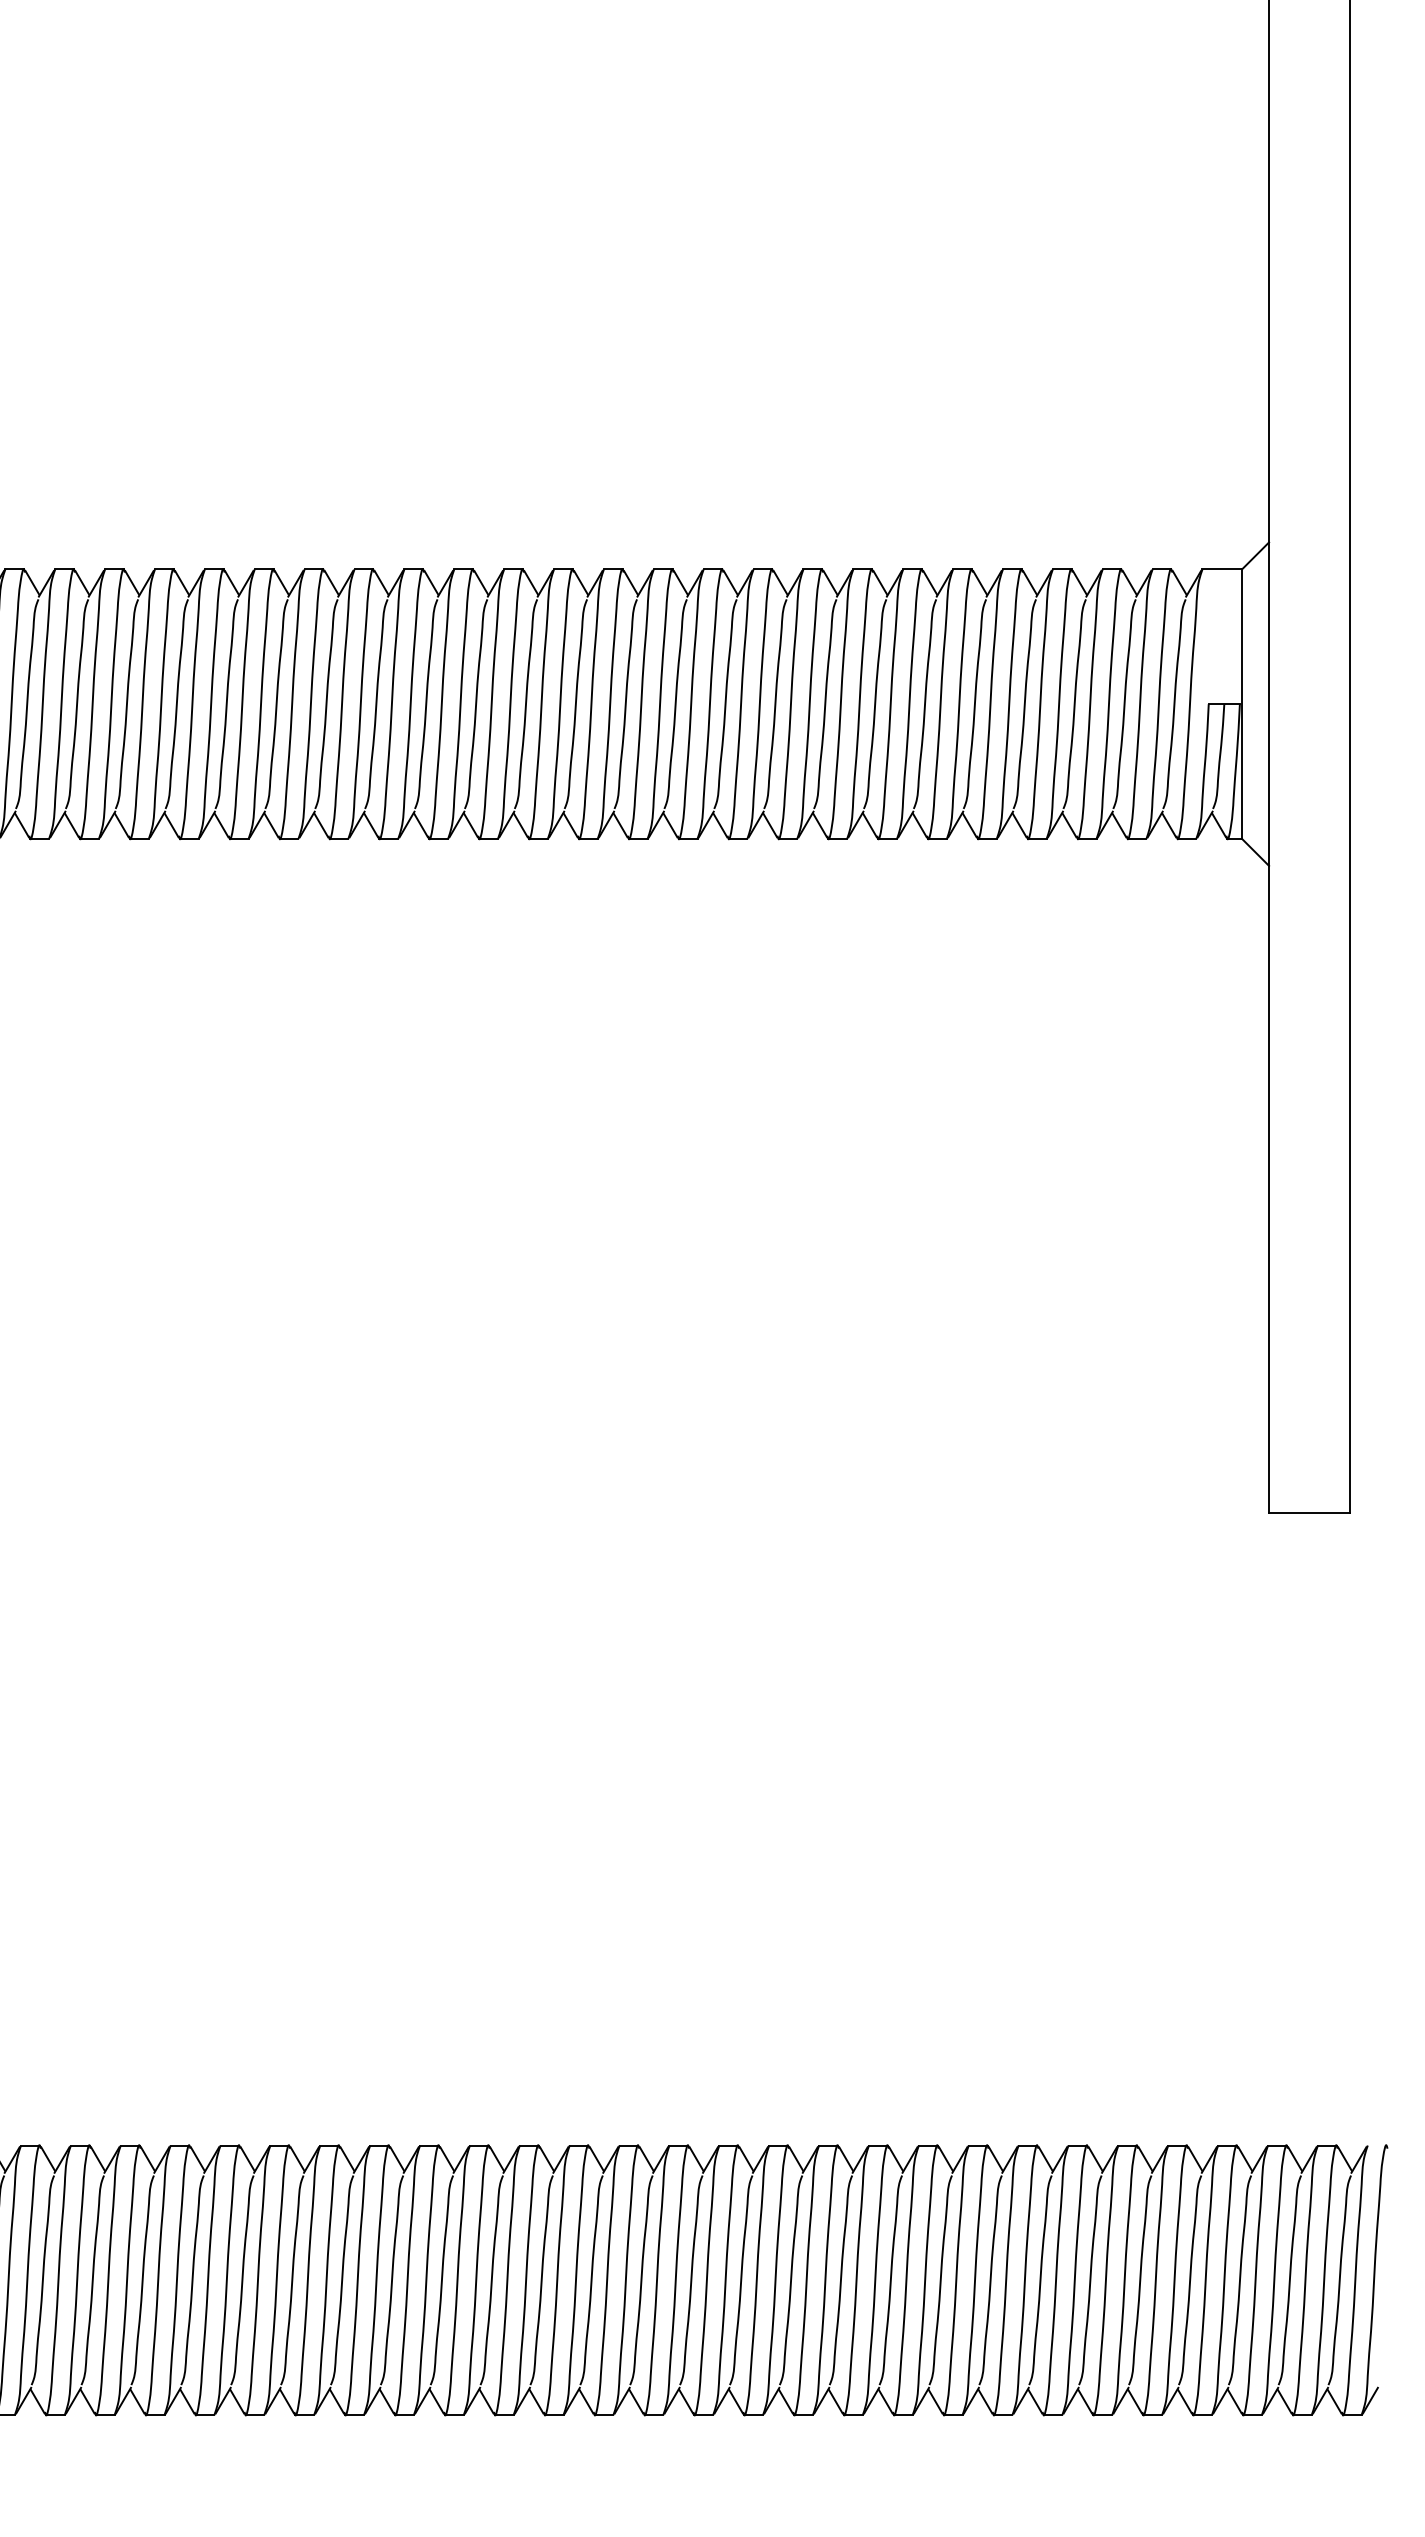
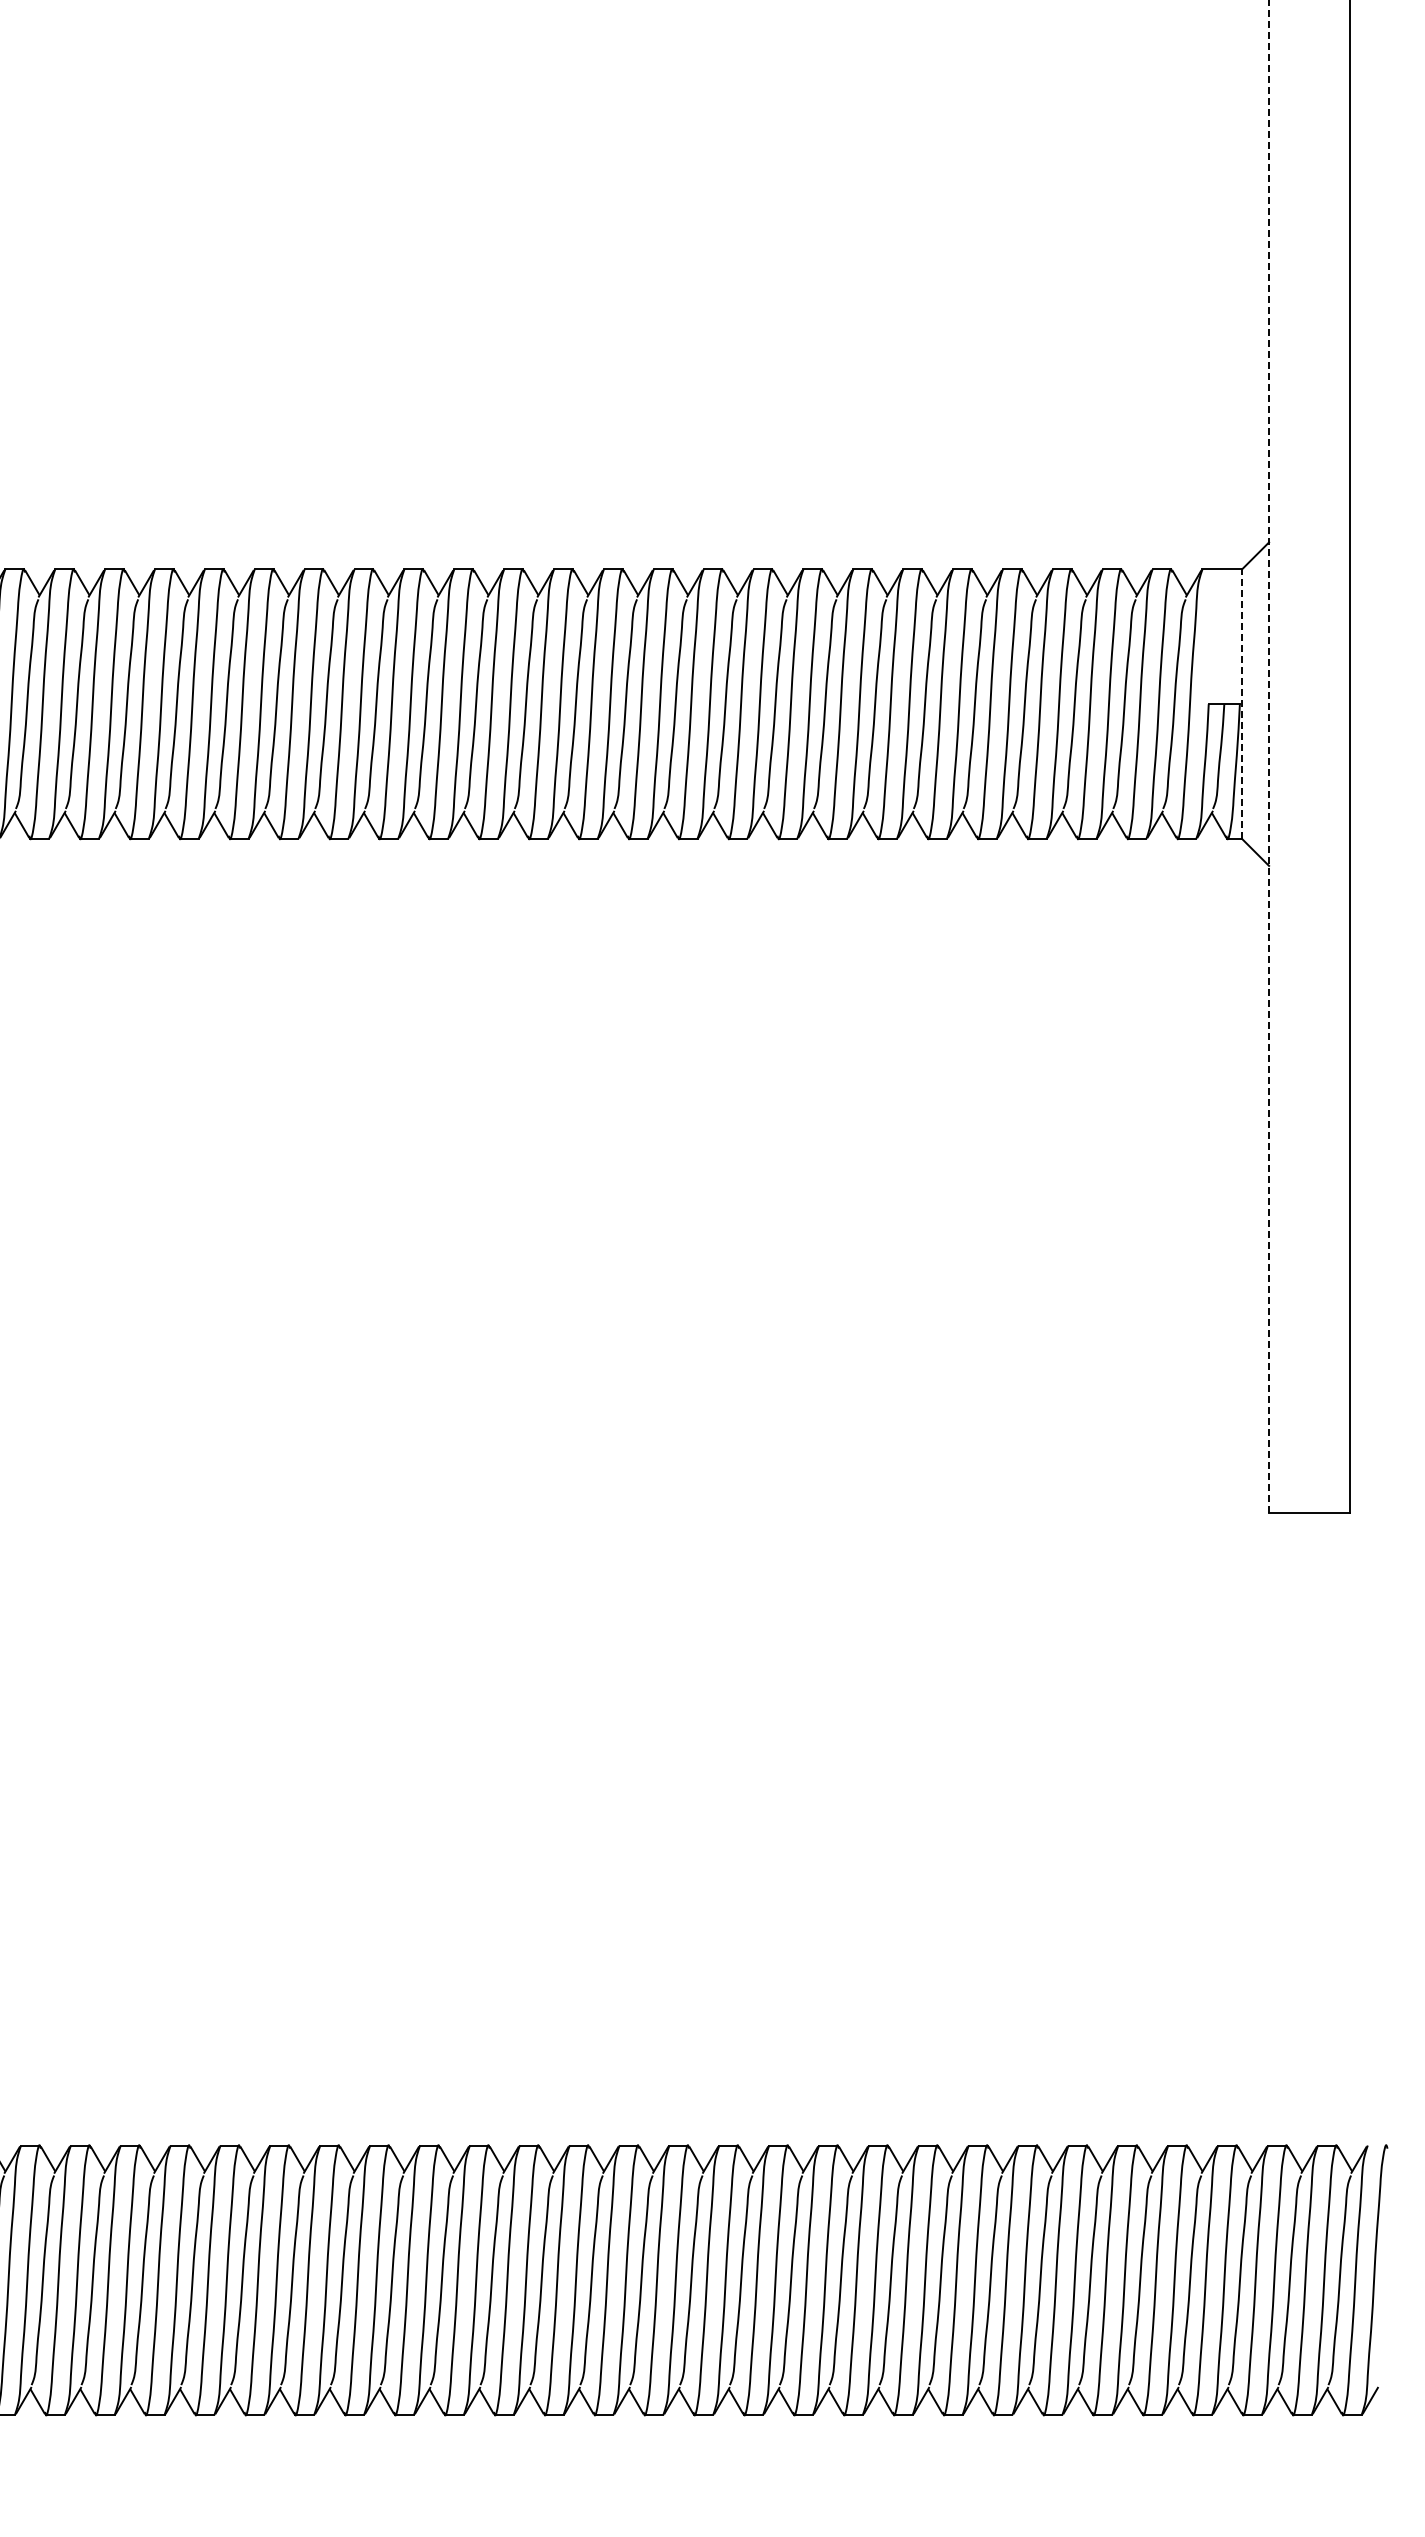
line at (1242, 704): solid -> dashed
line at (1269, 756): solid -> dashed
